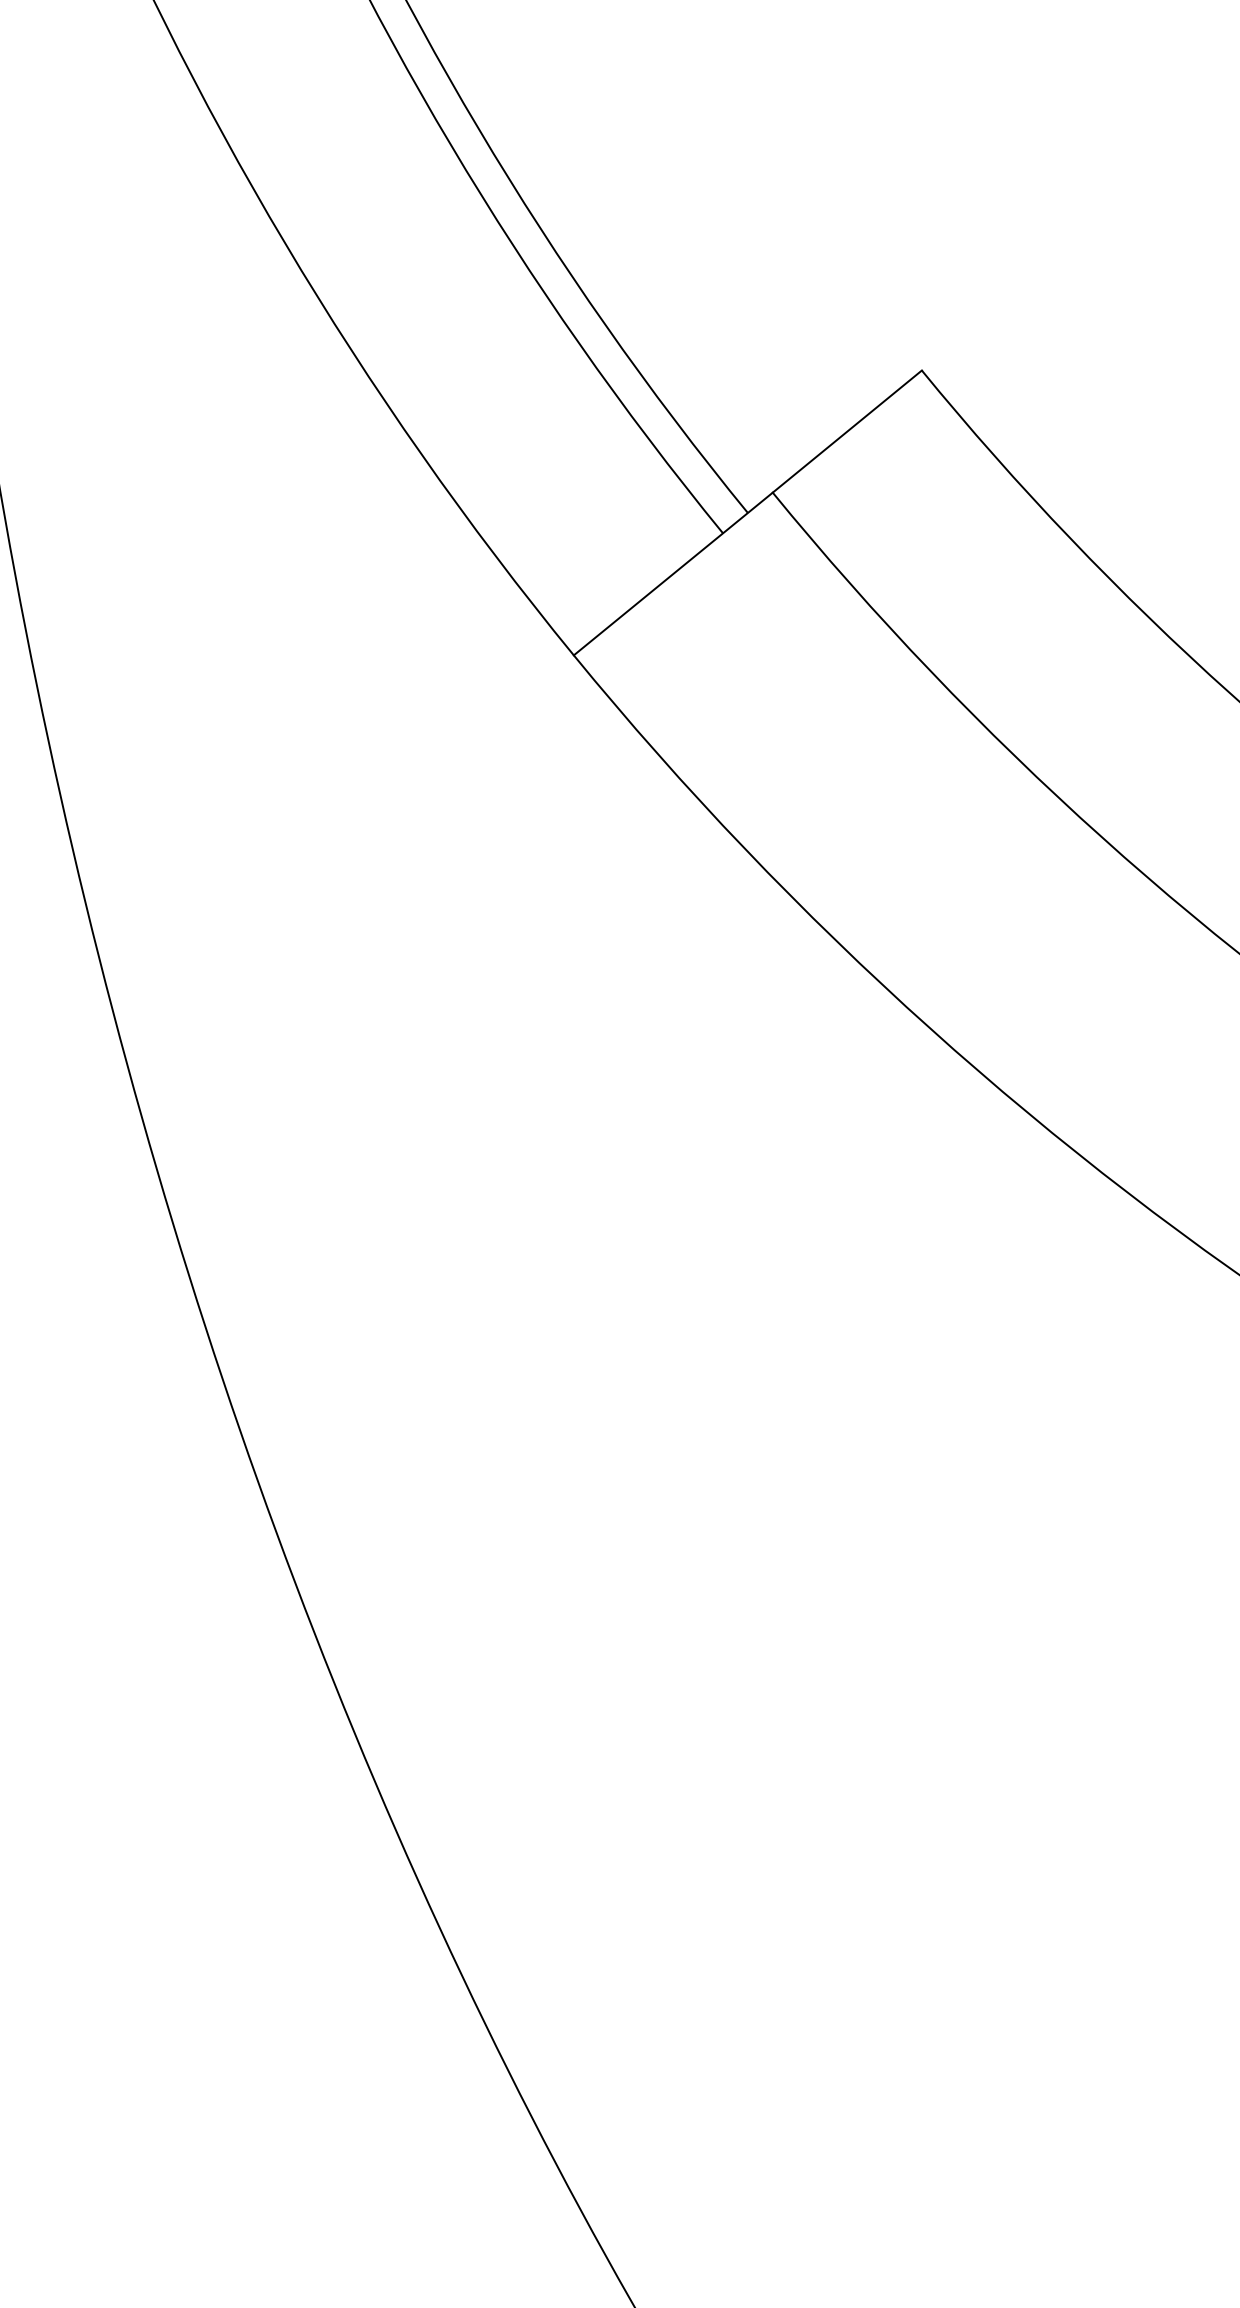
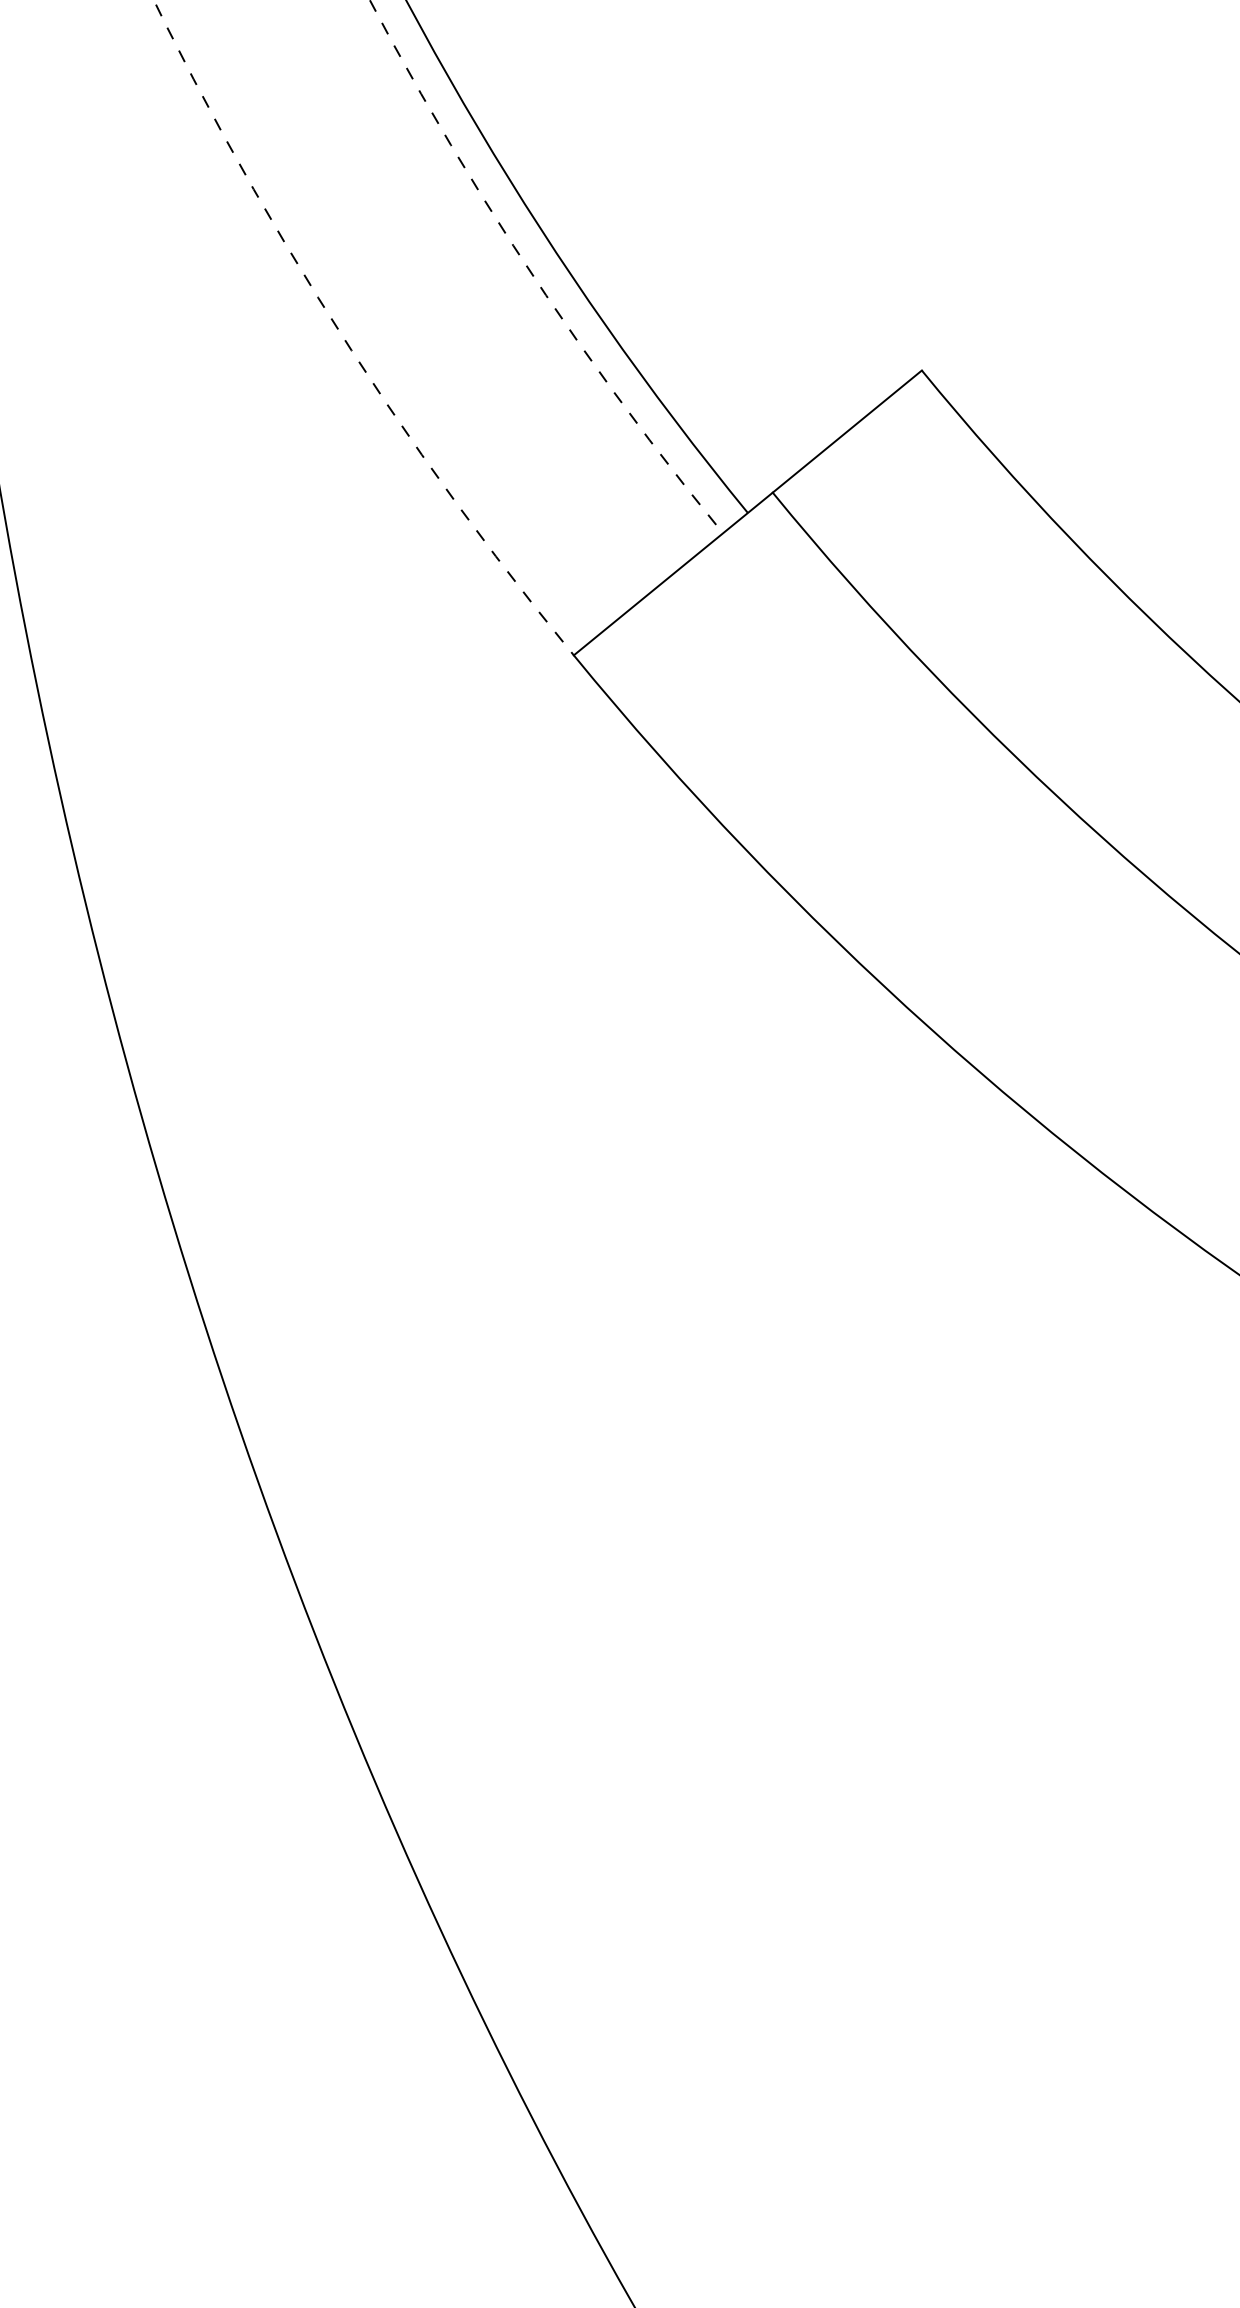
arc at (533, 275): solid -> dashed
arc at (345, 340): solid -> dashed
